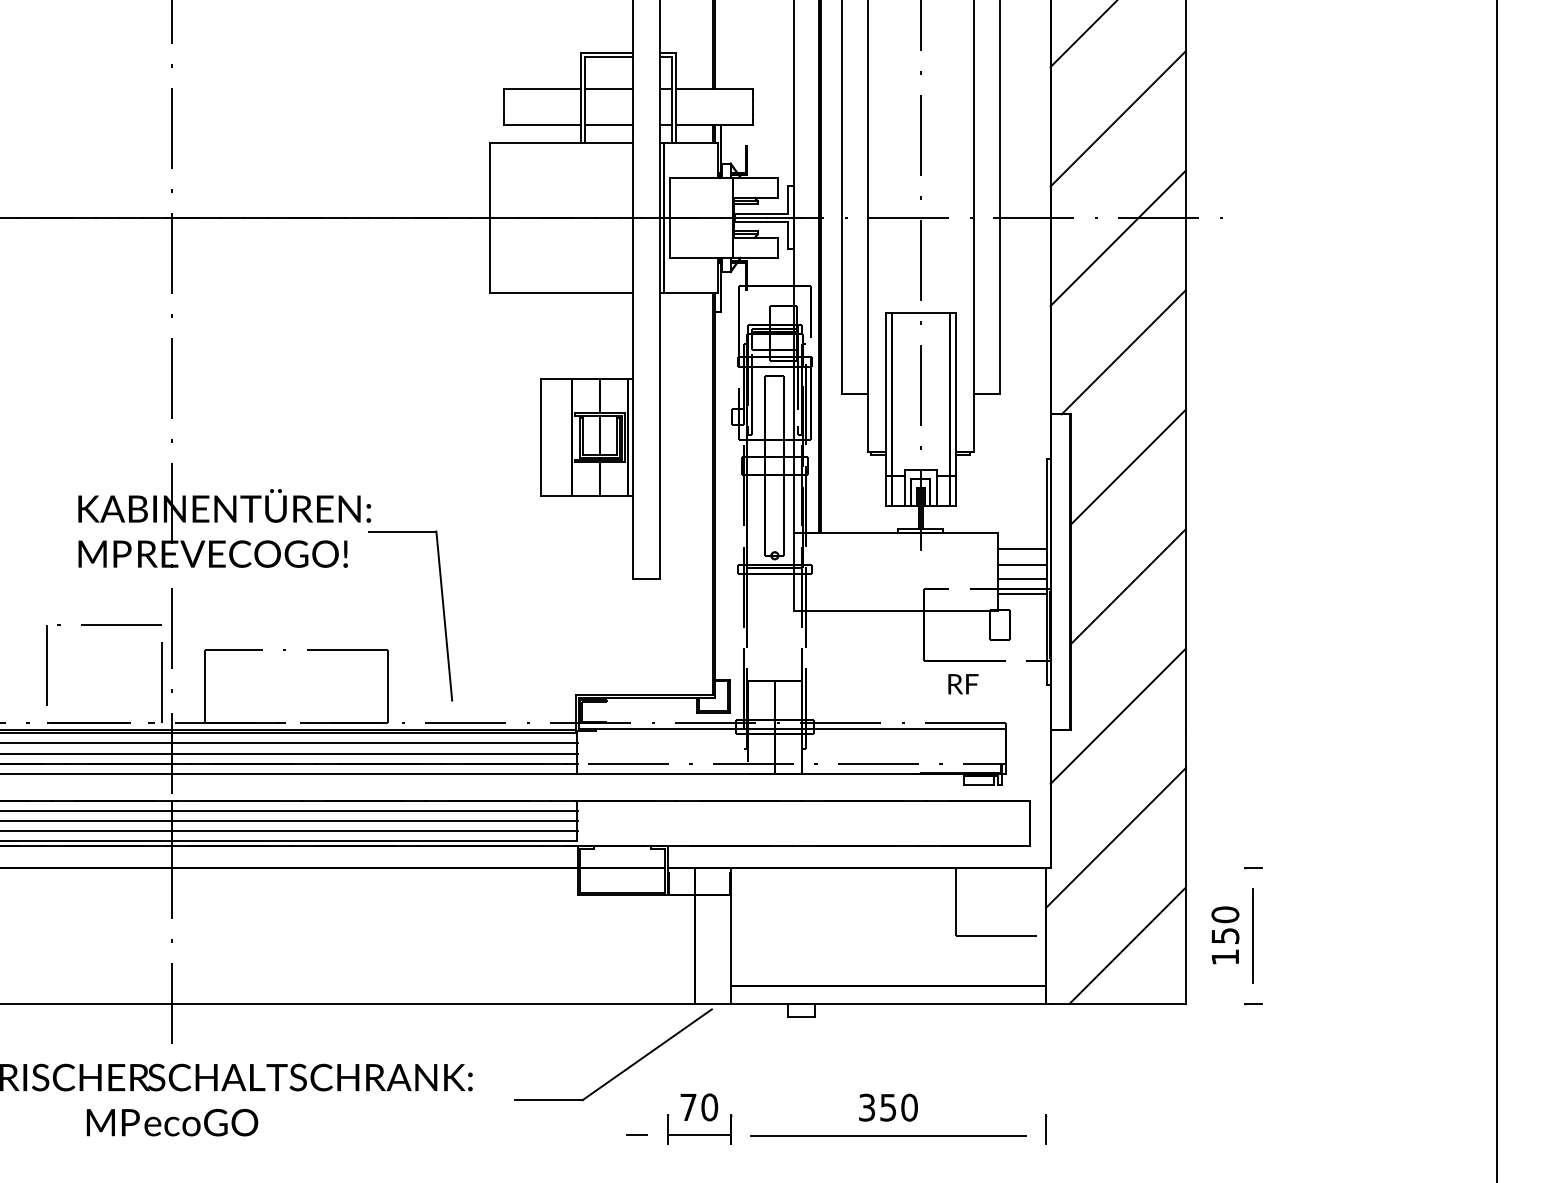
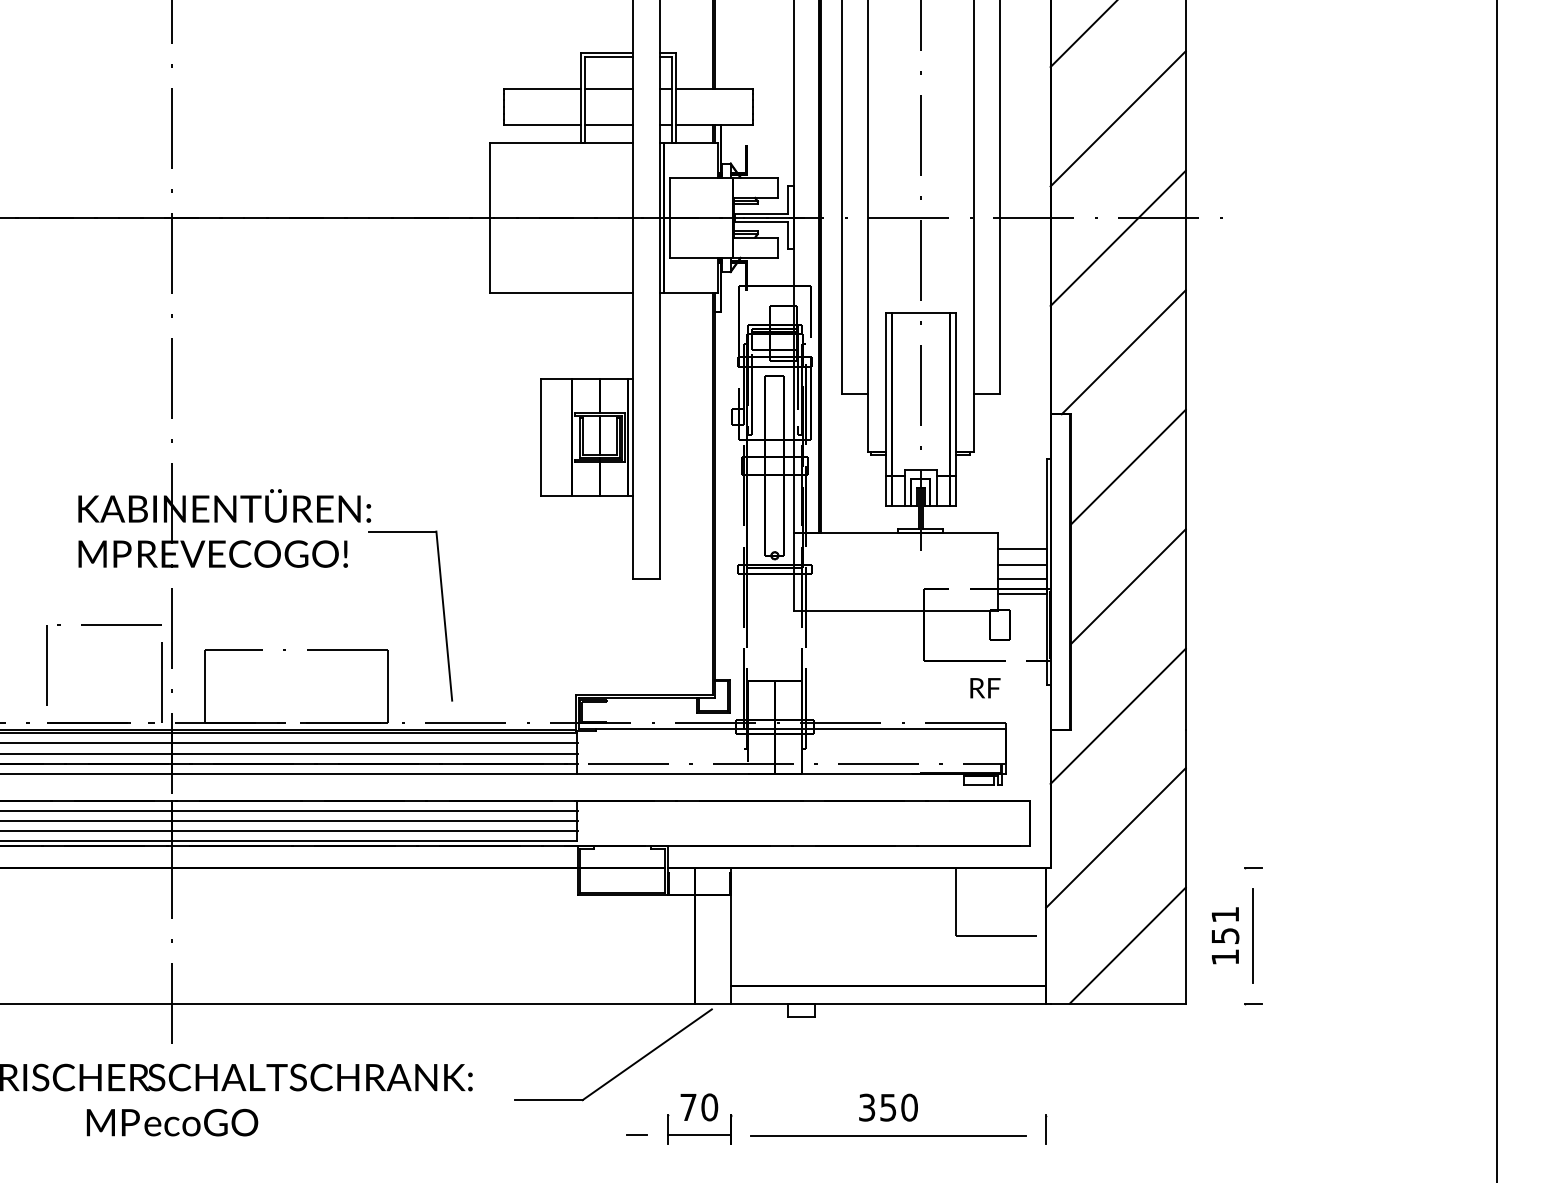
text at (963, 684) position: (963, 684) -> (985, 688)
text at (1225, 914): 150 -> 151
